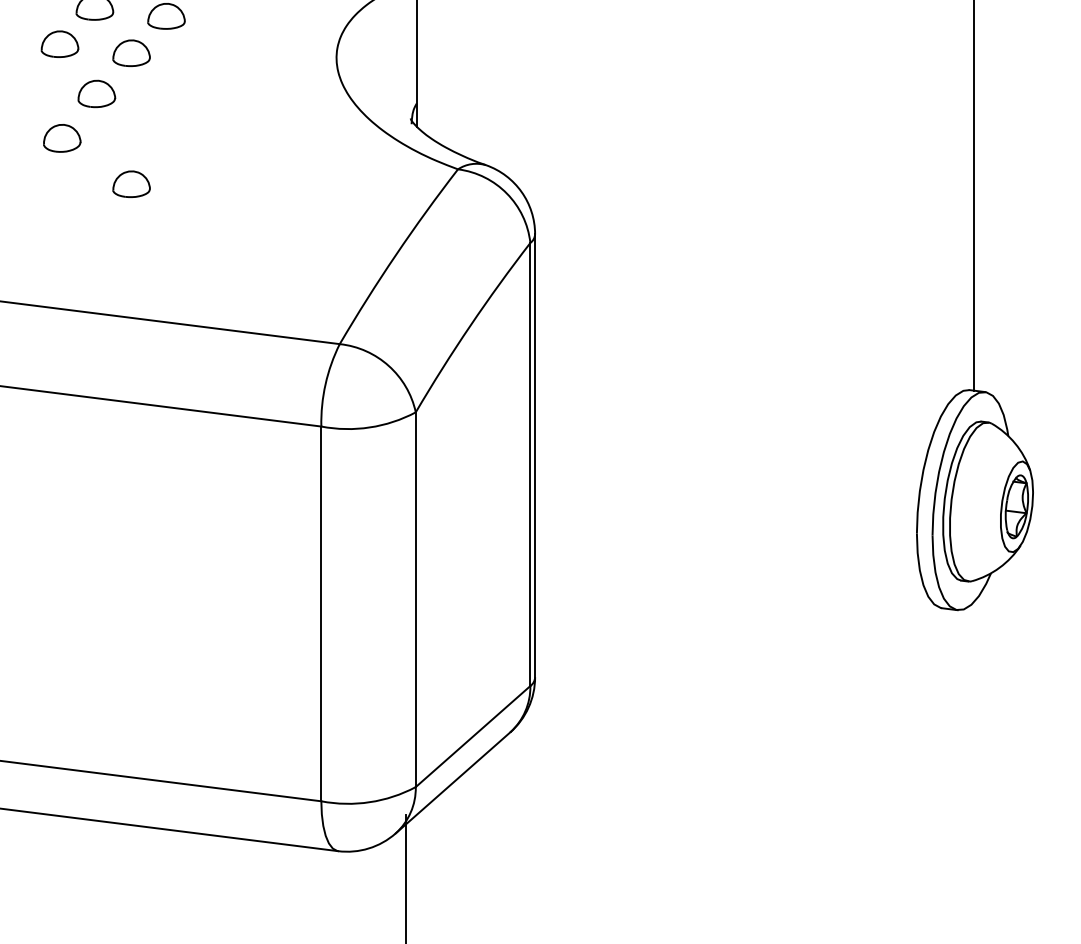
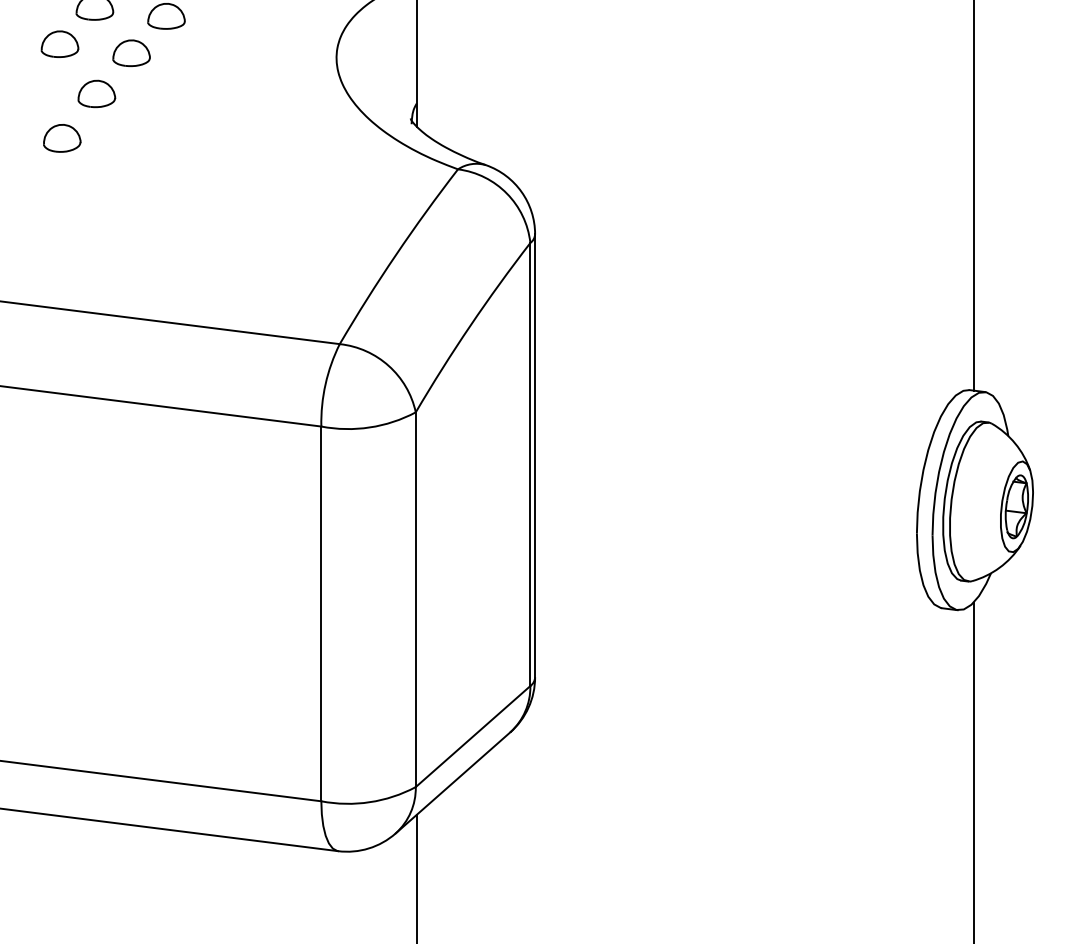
part at (131, 183): present -> none
line at (973, 771): none -> present
line at (405, 877) position: (405, 877) -> (416, 877)
